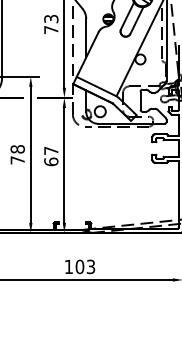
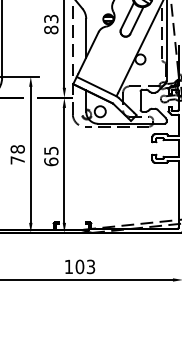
text at (51, 29): 73 -> 83
text at (51, 150): 67 -> 65
